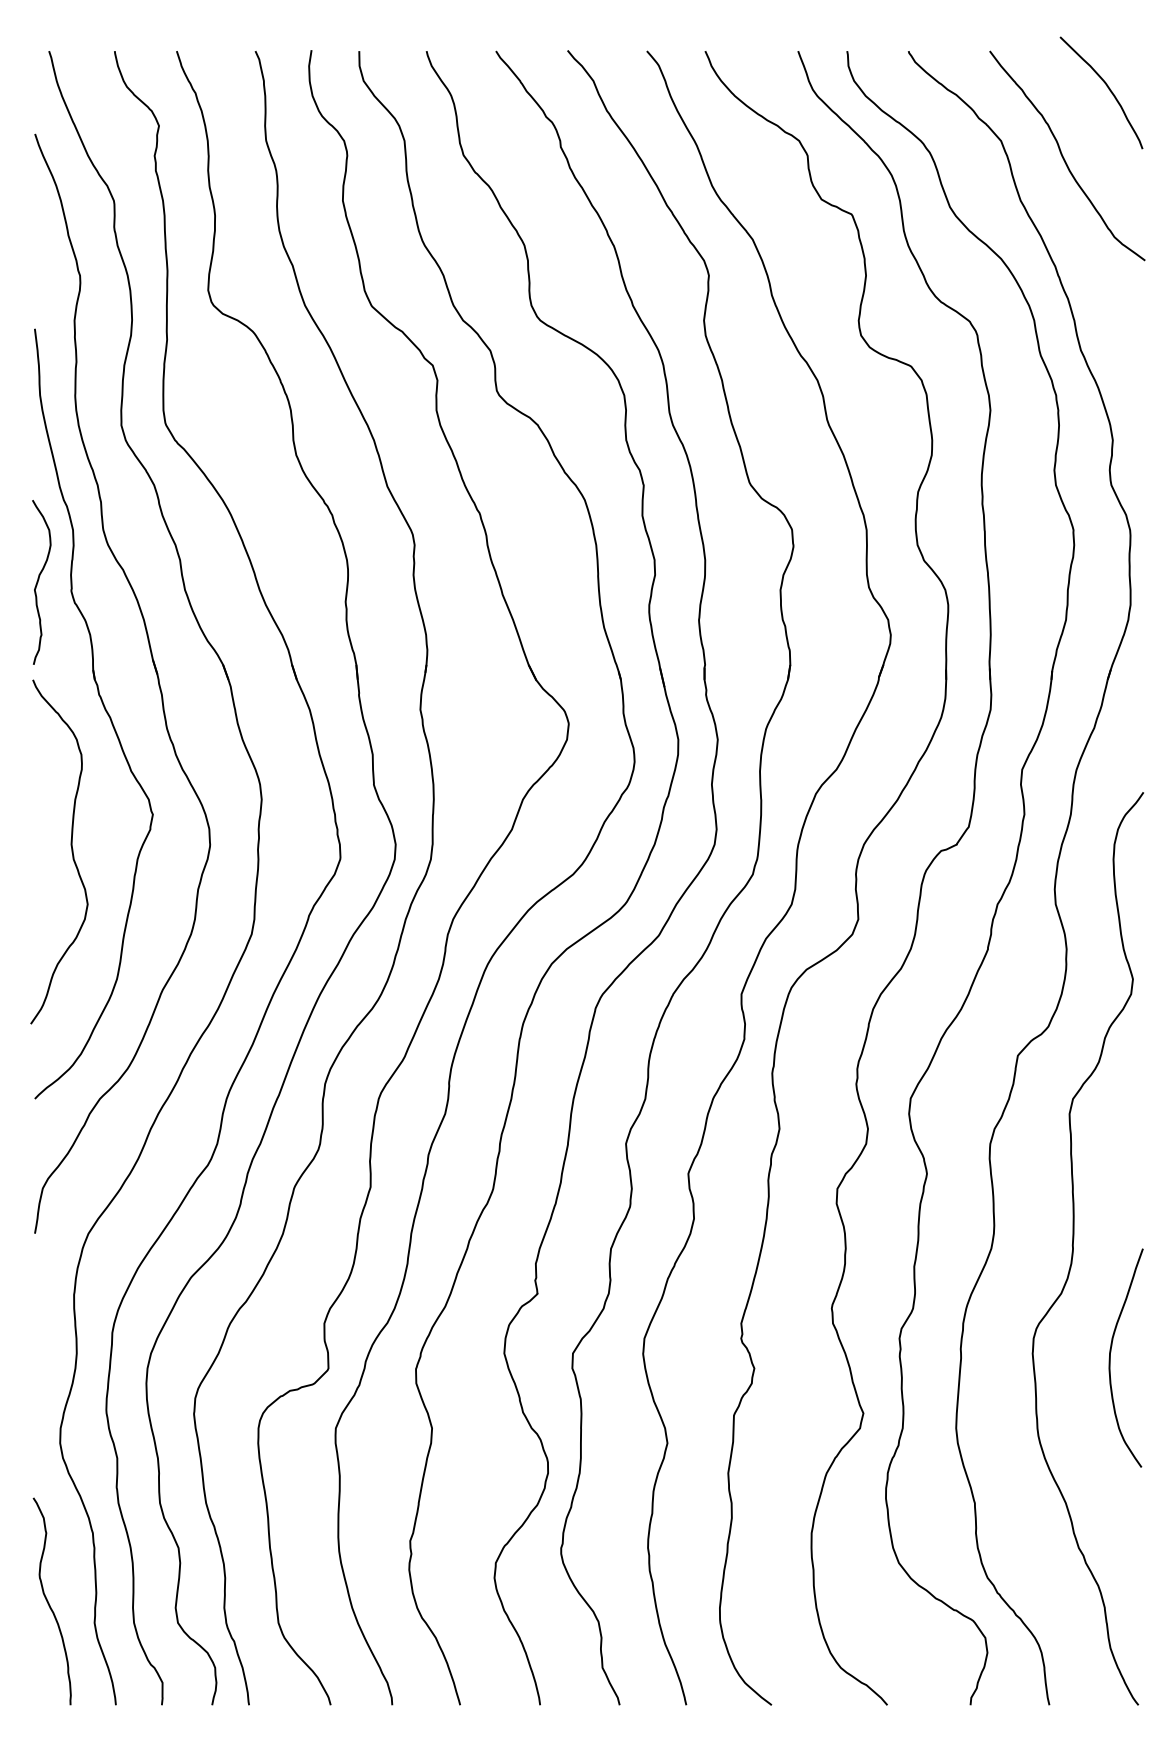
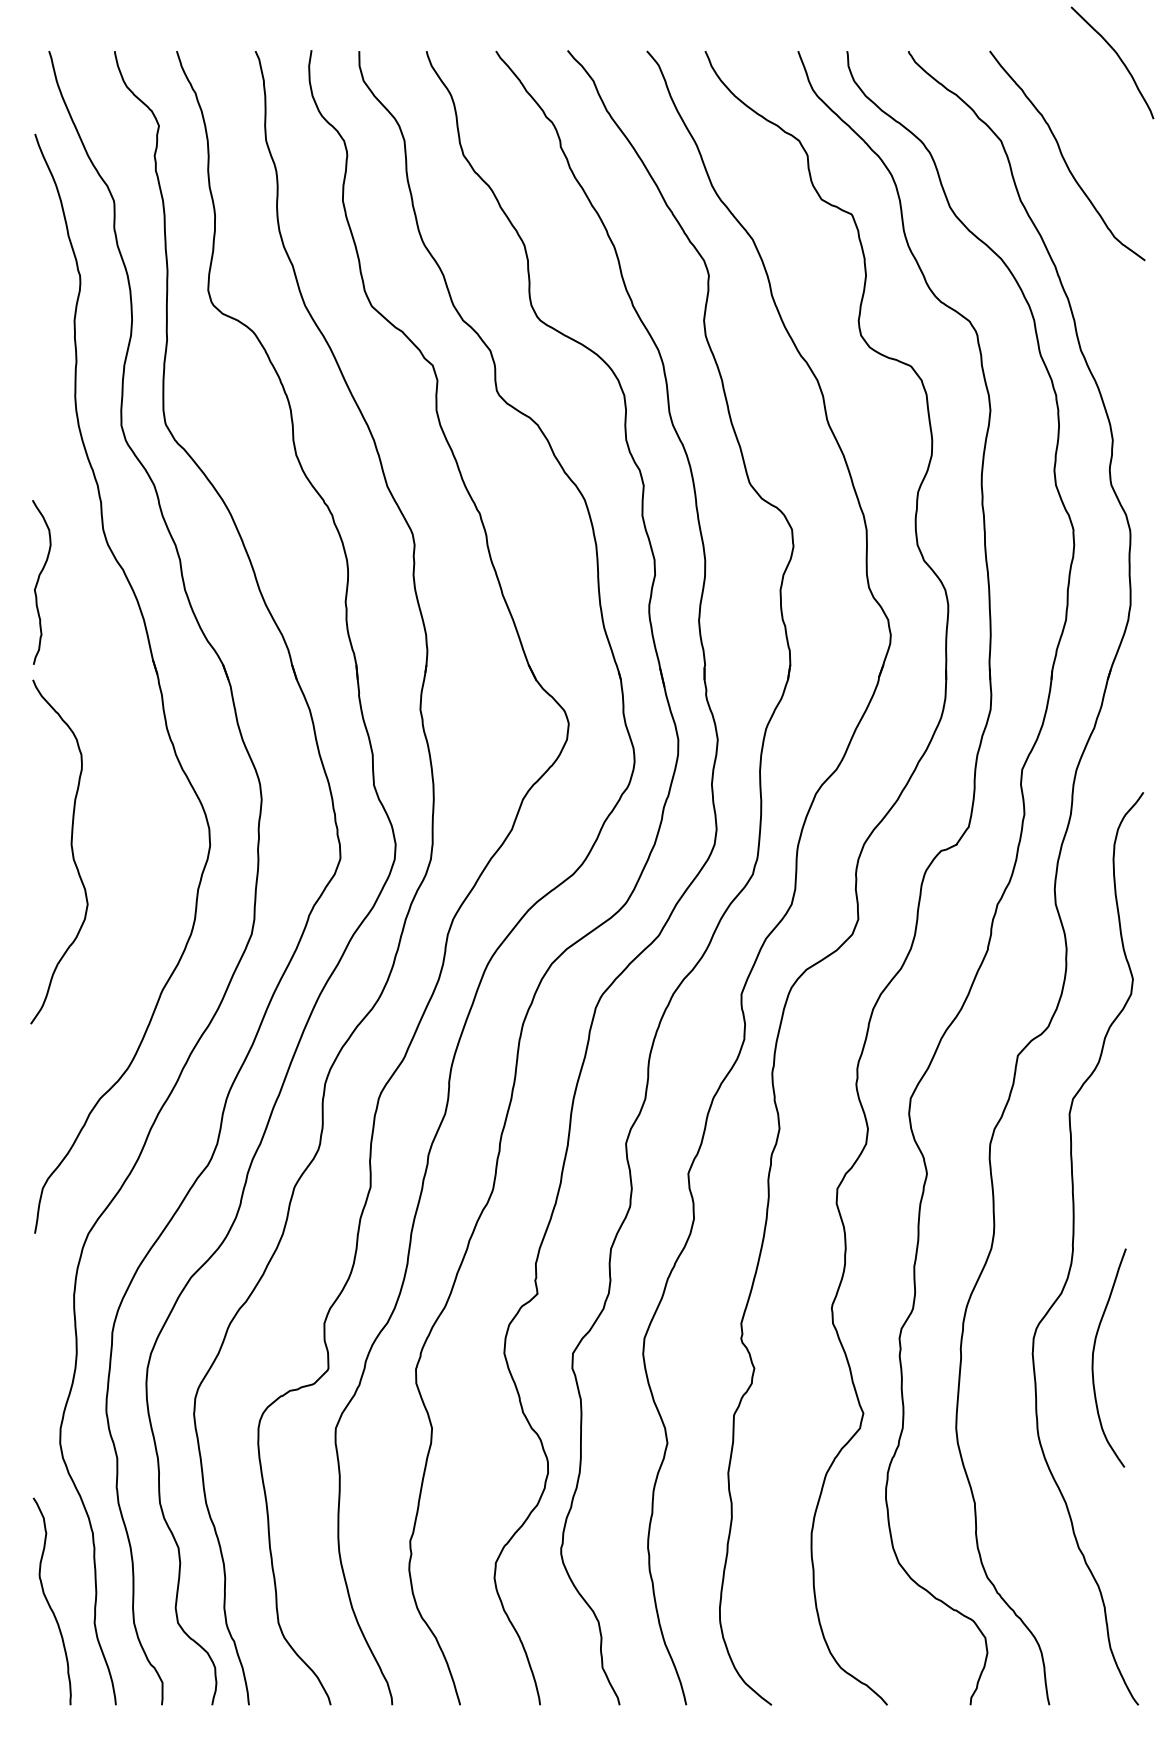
curve at (1108, 89) position: (1108, 89) -> (1119, 59)
part at (103, 707): present -> none
curve at (1111, 1352) position: (1111, 1352) -> (1094, 1352)
